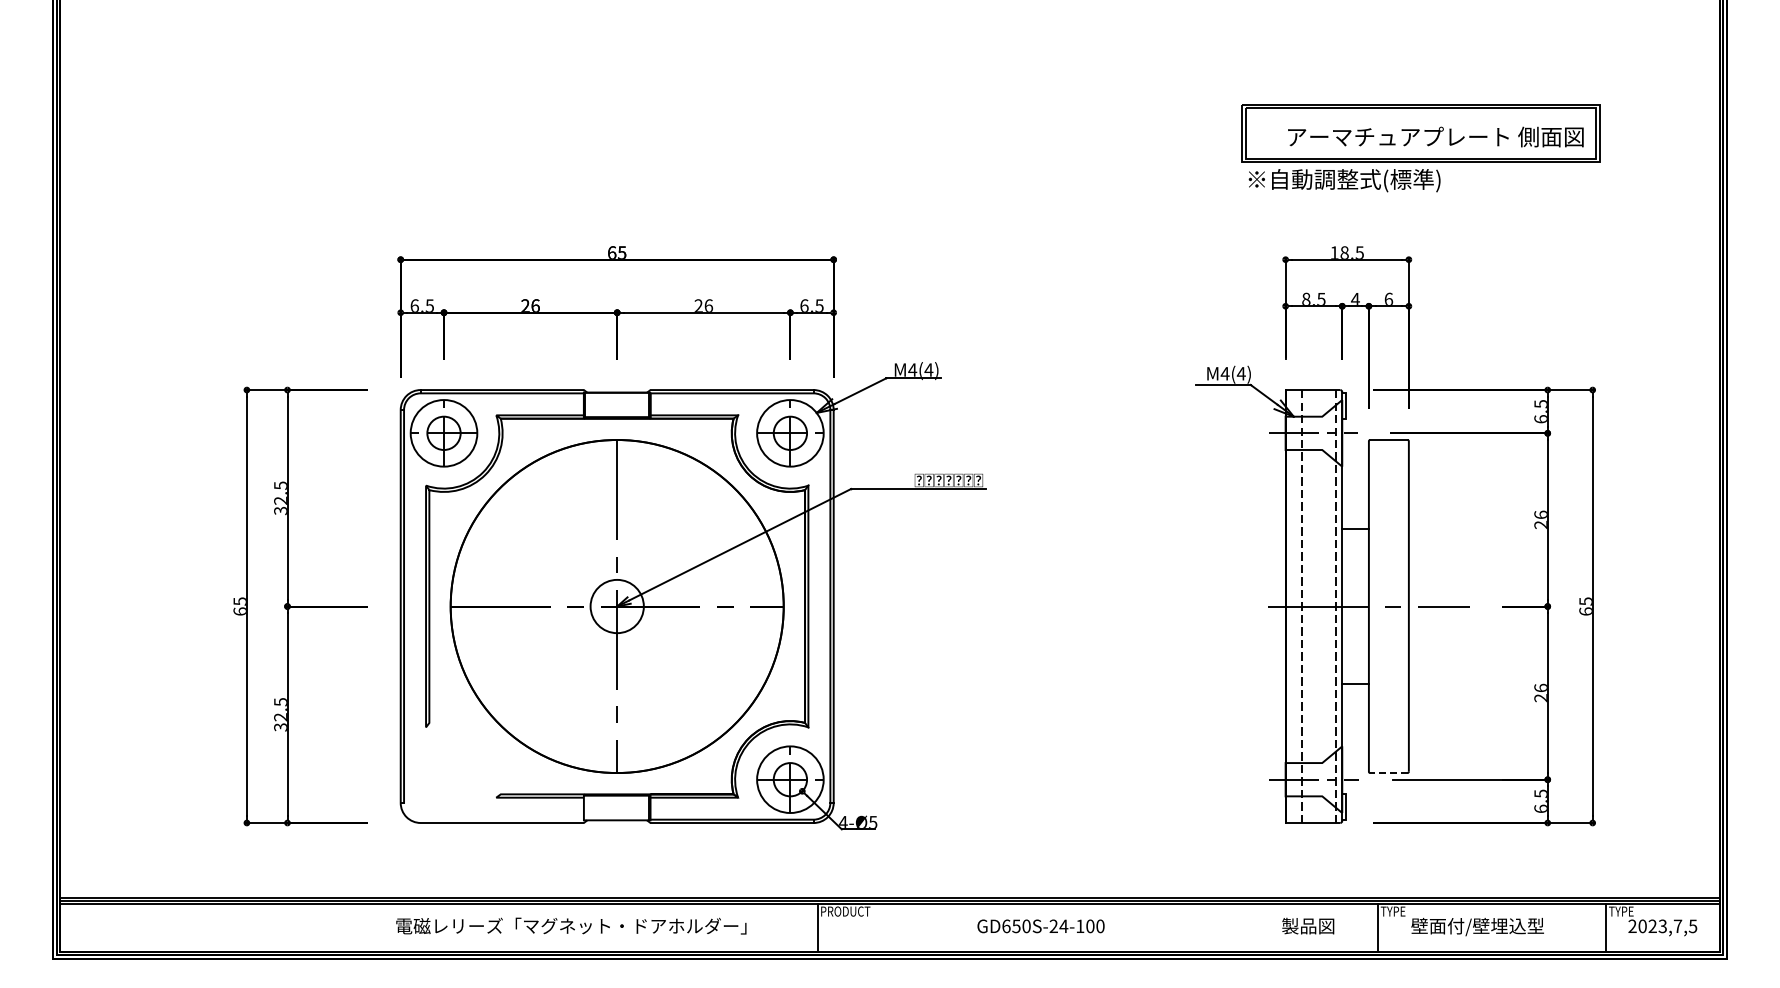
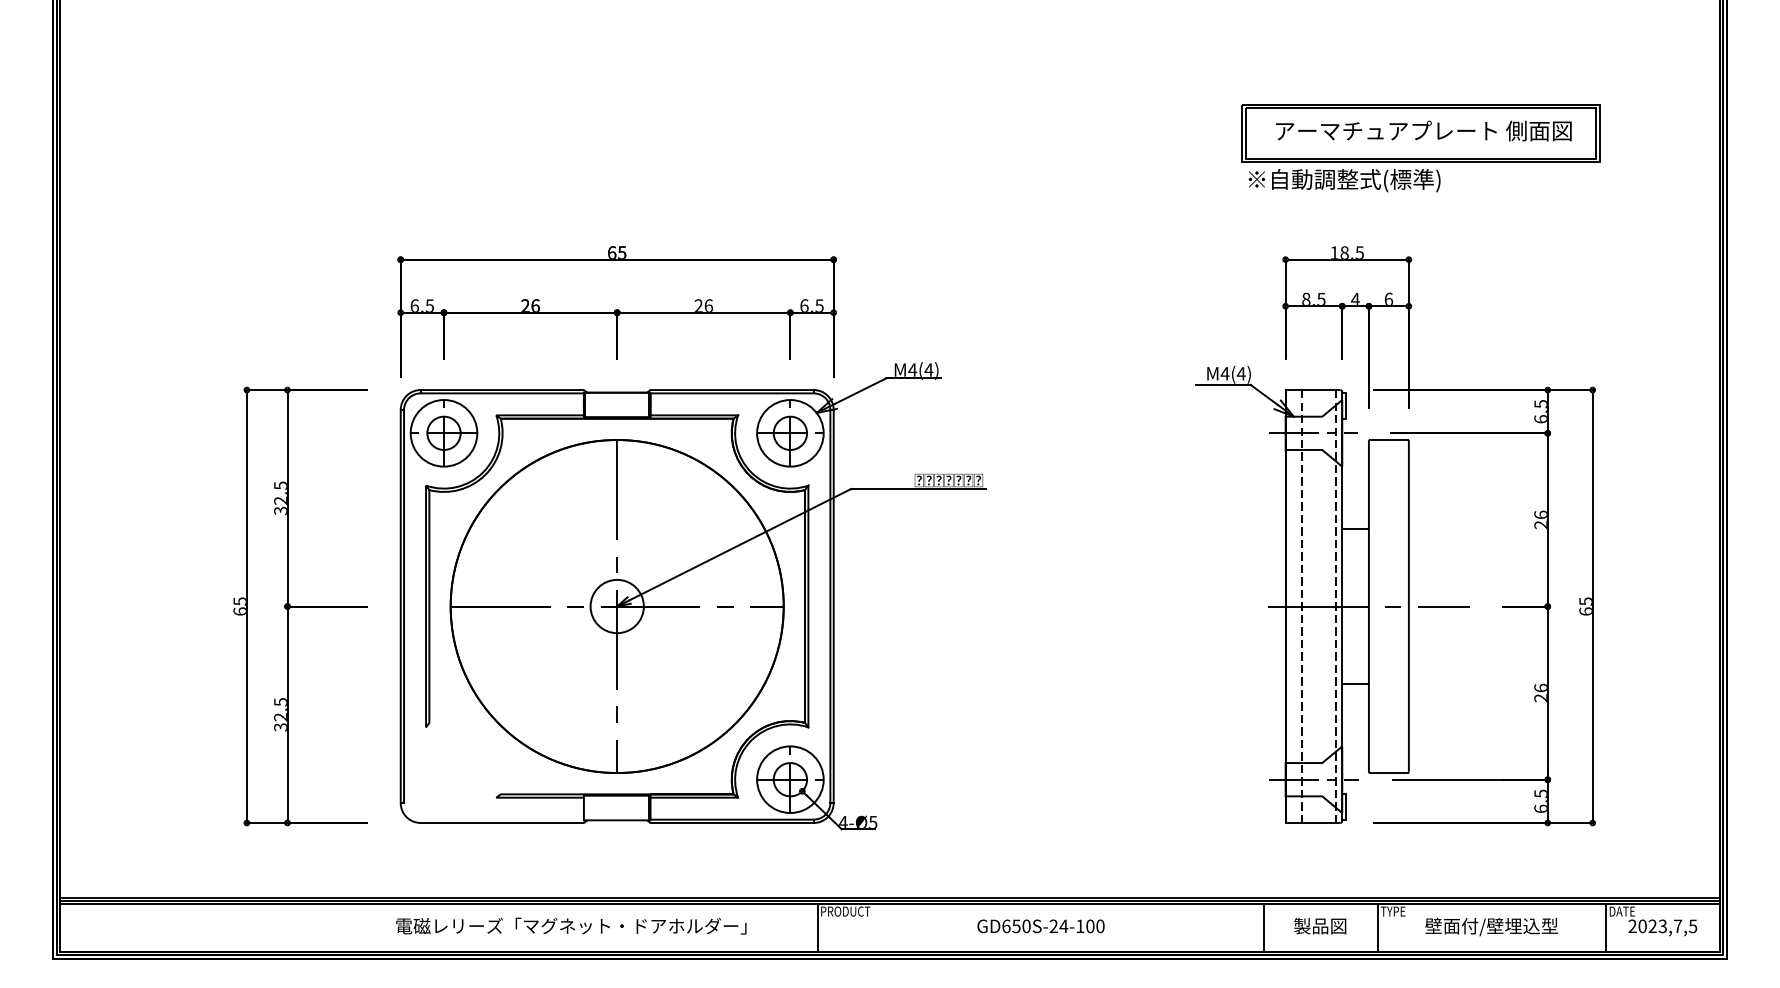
text at (1435, 136) position: (1435, 136) -> (1423, 130)
line at (1388, 773): dashed -> solid
text at (1621, 911): TYPE -> DATE
text at (1308, 925) position: (1308, 925) -> (1320, 925)
text at (1477, 927) position: (1477, 927) -> (1491, 927)
line at (1263, 928): none -> present
